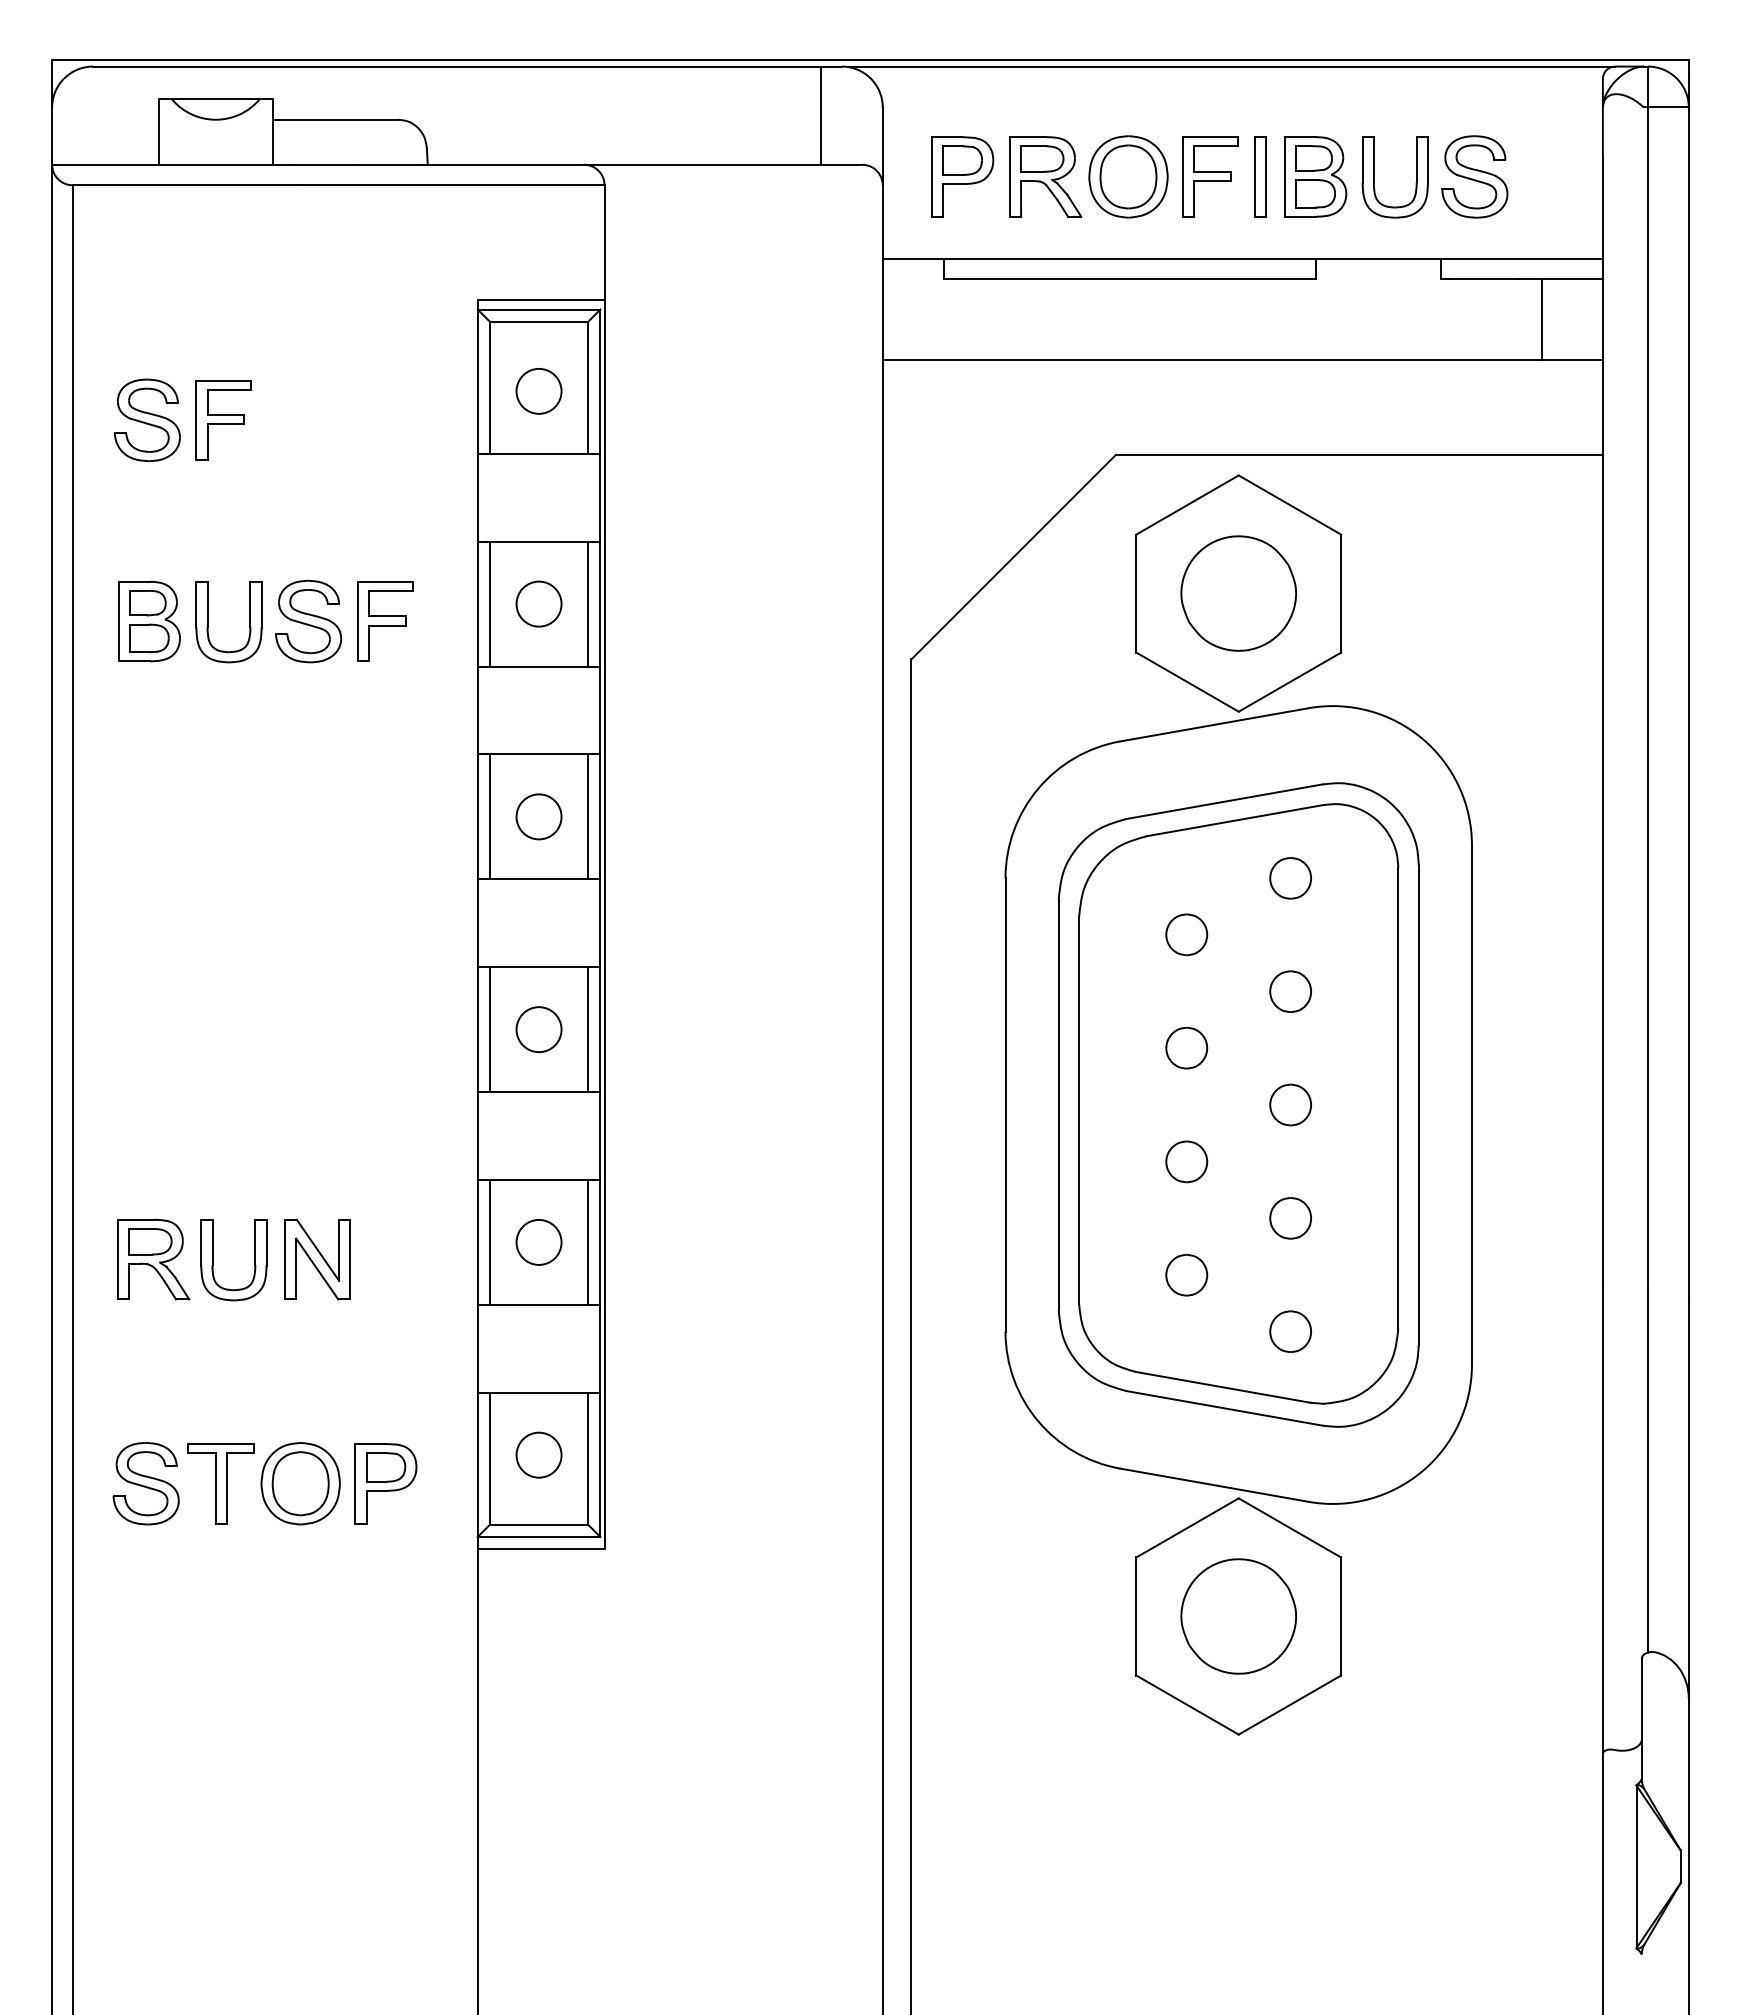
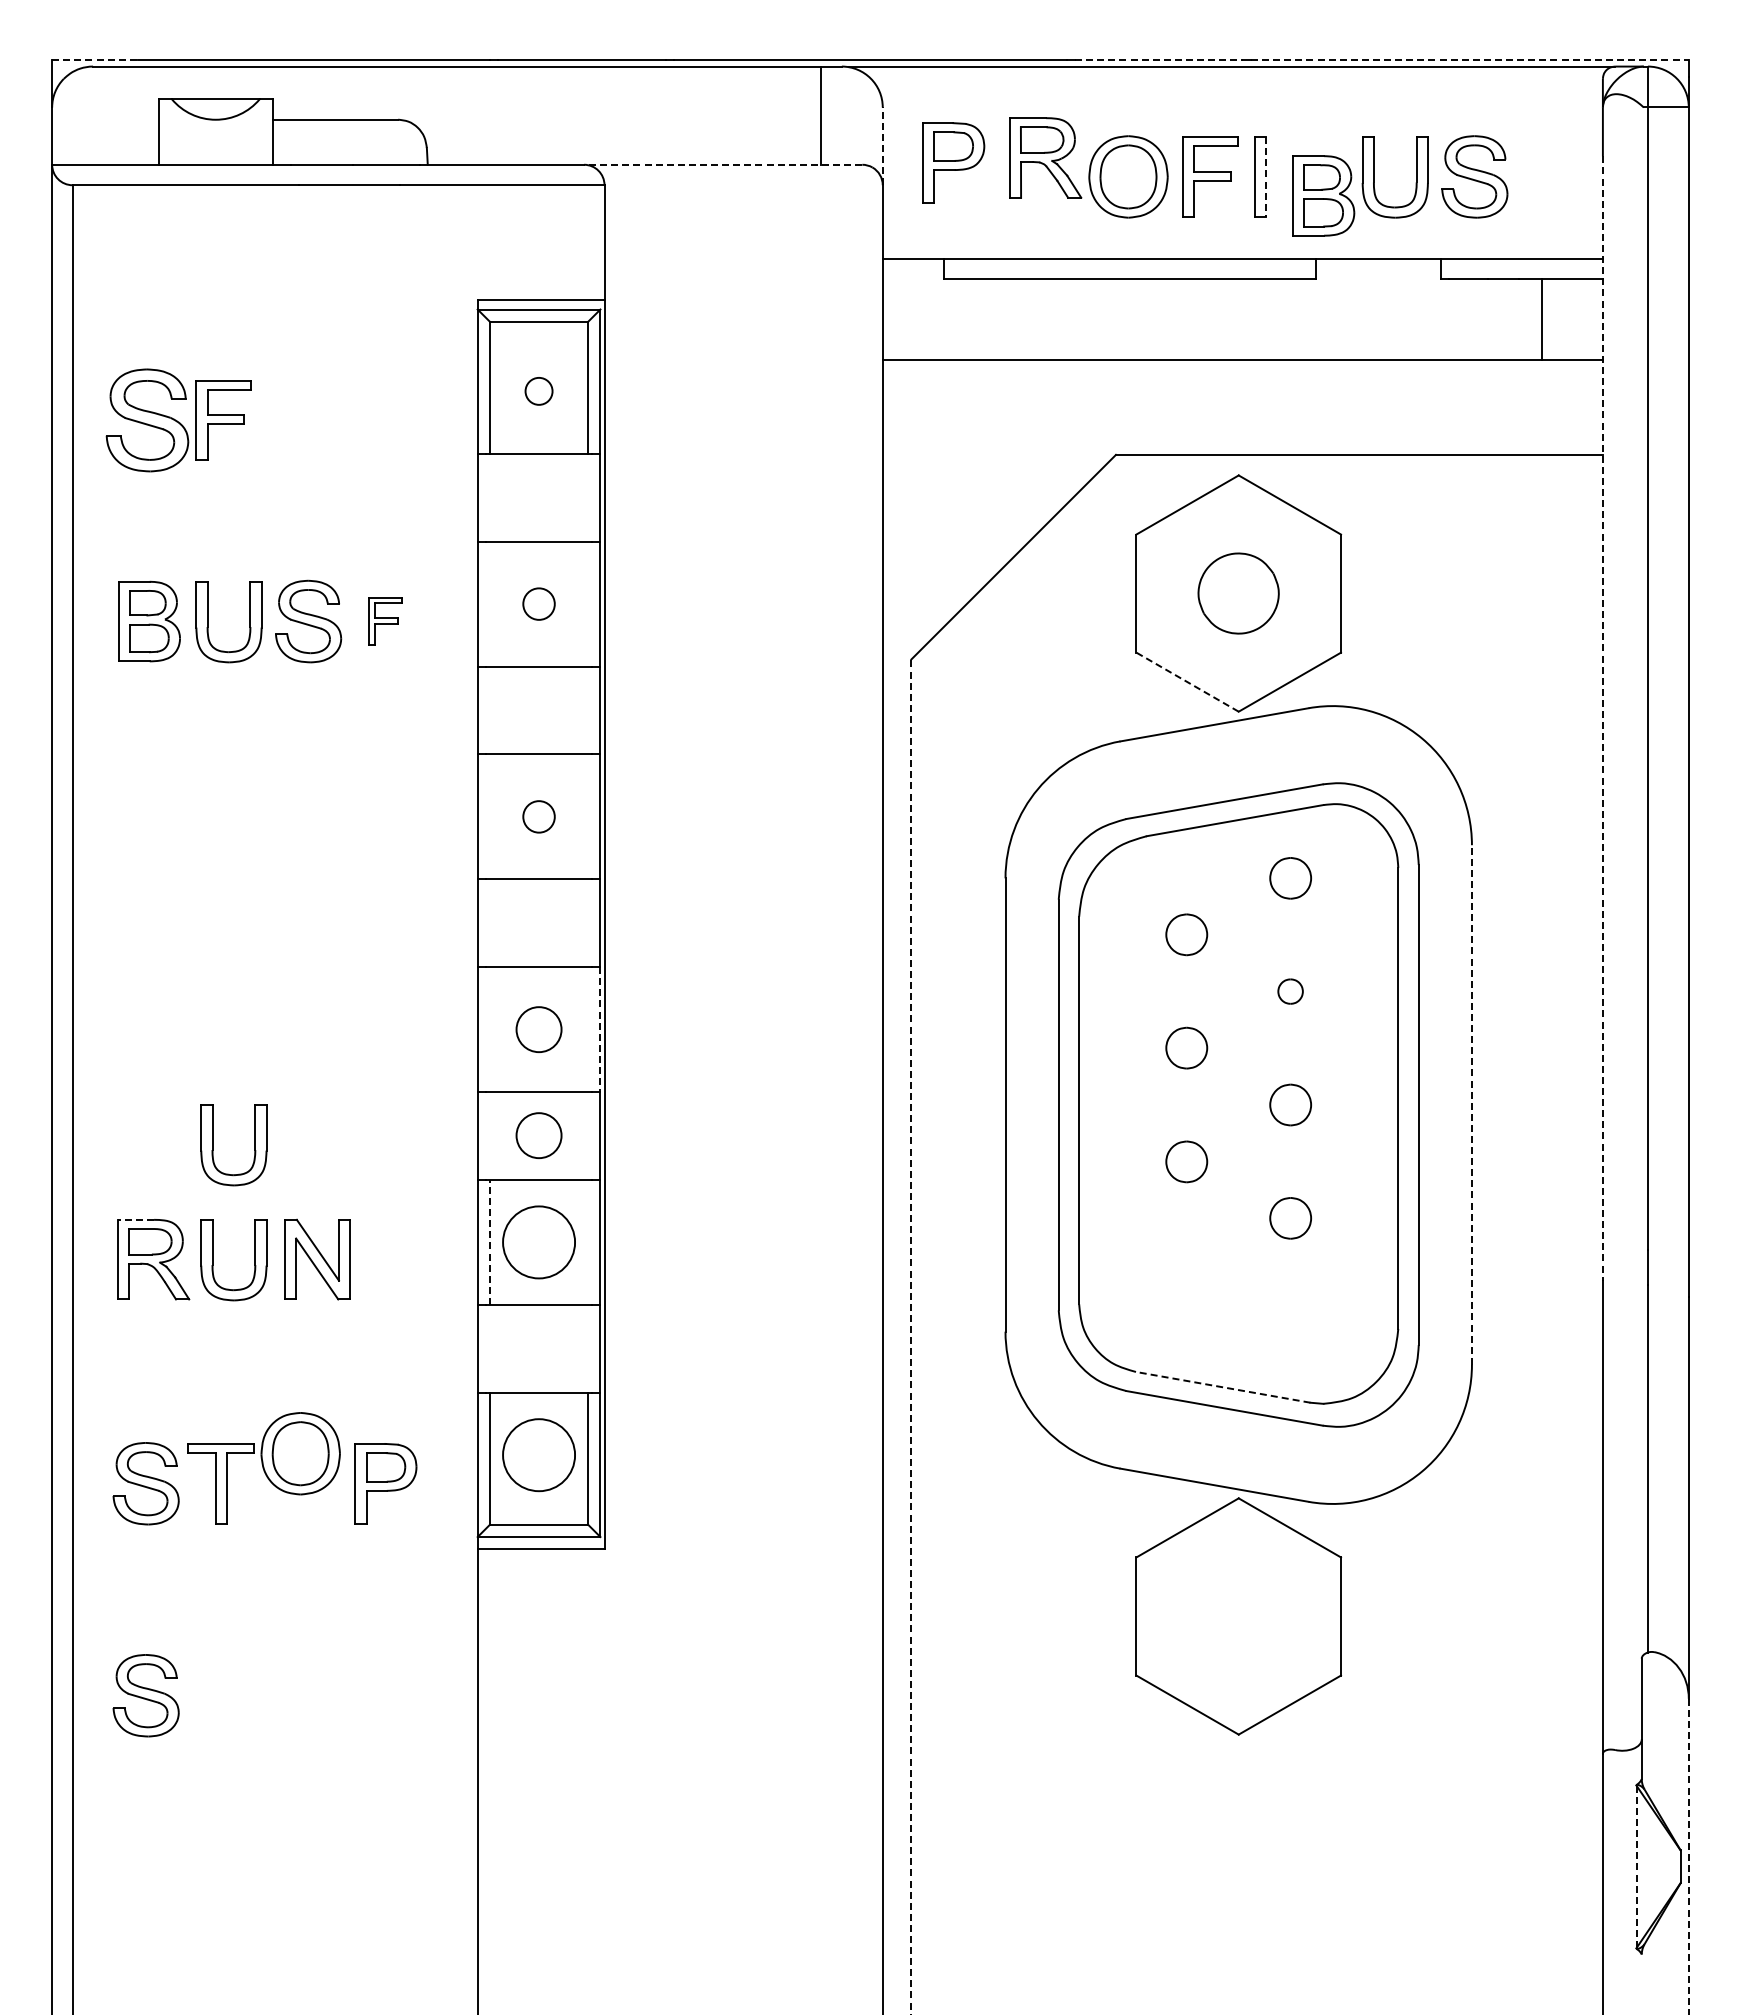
line at (95, 60): solid -> dashed
line at (1158, 60): solid -> dashed
line at (1469, 60): solid -> dashed
line at (882, 146): solid -> dashed
line at (722, 164): solid -> dashed
part at (962, 176) position: (962, 176) -> (953, 162)
part at (1045, 176) position: (1045, 176) -> (1045, 157)
line at (1265, 176): solid -> dashed
part at (1315, 176) position: (1315, 176) -> (1323, 195)
circle at (538, 390) diameter: 45 px -> 27 px
part at (146, 419) size: 68x84 px -> 85x105 px
part at (1238, 593) size: 117x117 px -> 83x83 px
line at (489, 603): present -> none
circle at (538, 603) diameter: 45 px -> 32 px
line at (588, 603): present -> none
part at (385, 621) size: 57x81 px -> 35x49 px
line at (1187, 681): solid -> dashed
line at (1602, 719): solid -> dashed
line at (489, 816): present -> none
circle at (538, 816) diameter: 45 px -> 32 px
line at (588, 816): present -> none
part at (1290, 991) size: 43x43 px -> 27x27 px
line at (489, 1029): present -> none
line at (588, 1029): present -> none
line at (600, 1030): solid -> dashed
line at (1471, 1105): solid -> dashed
circle at (538, 1135): none -> present
part at (213, 1145): none -> present
line at (135, 1219): solid -> dashed
line at (489, 1241): solid -> dashed
circle at (538, 1241) diameter: 45 px -> 72 px
line at (588, 1241): present -> none
part at (1186, 1275): present -> none
part at (1290, 1331): present -> none
line at (911, 1336): solid -> dashed
line at (1223, 1387): solid -> dashed
circle at (538, 1454) diameter: 45 px -> 72 px
part at (300, 1483) position: (300, 1483) -> (300, 1453)
part at (1238, 1616): present -> none
part at (145, 1695): none -> present
line at (1688, 1856): solid -> dashed
line at (1636, 1866): solid -> dashed
